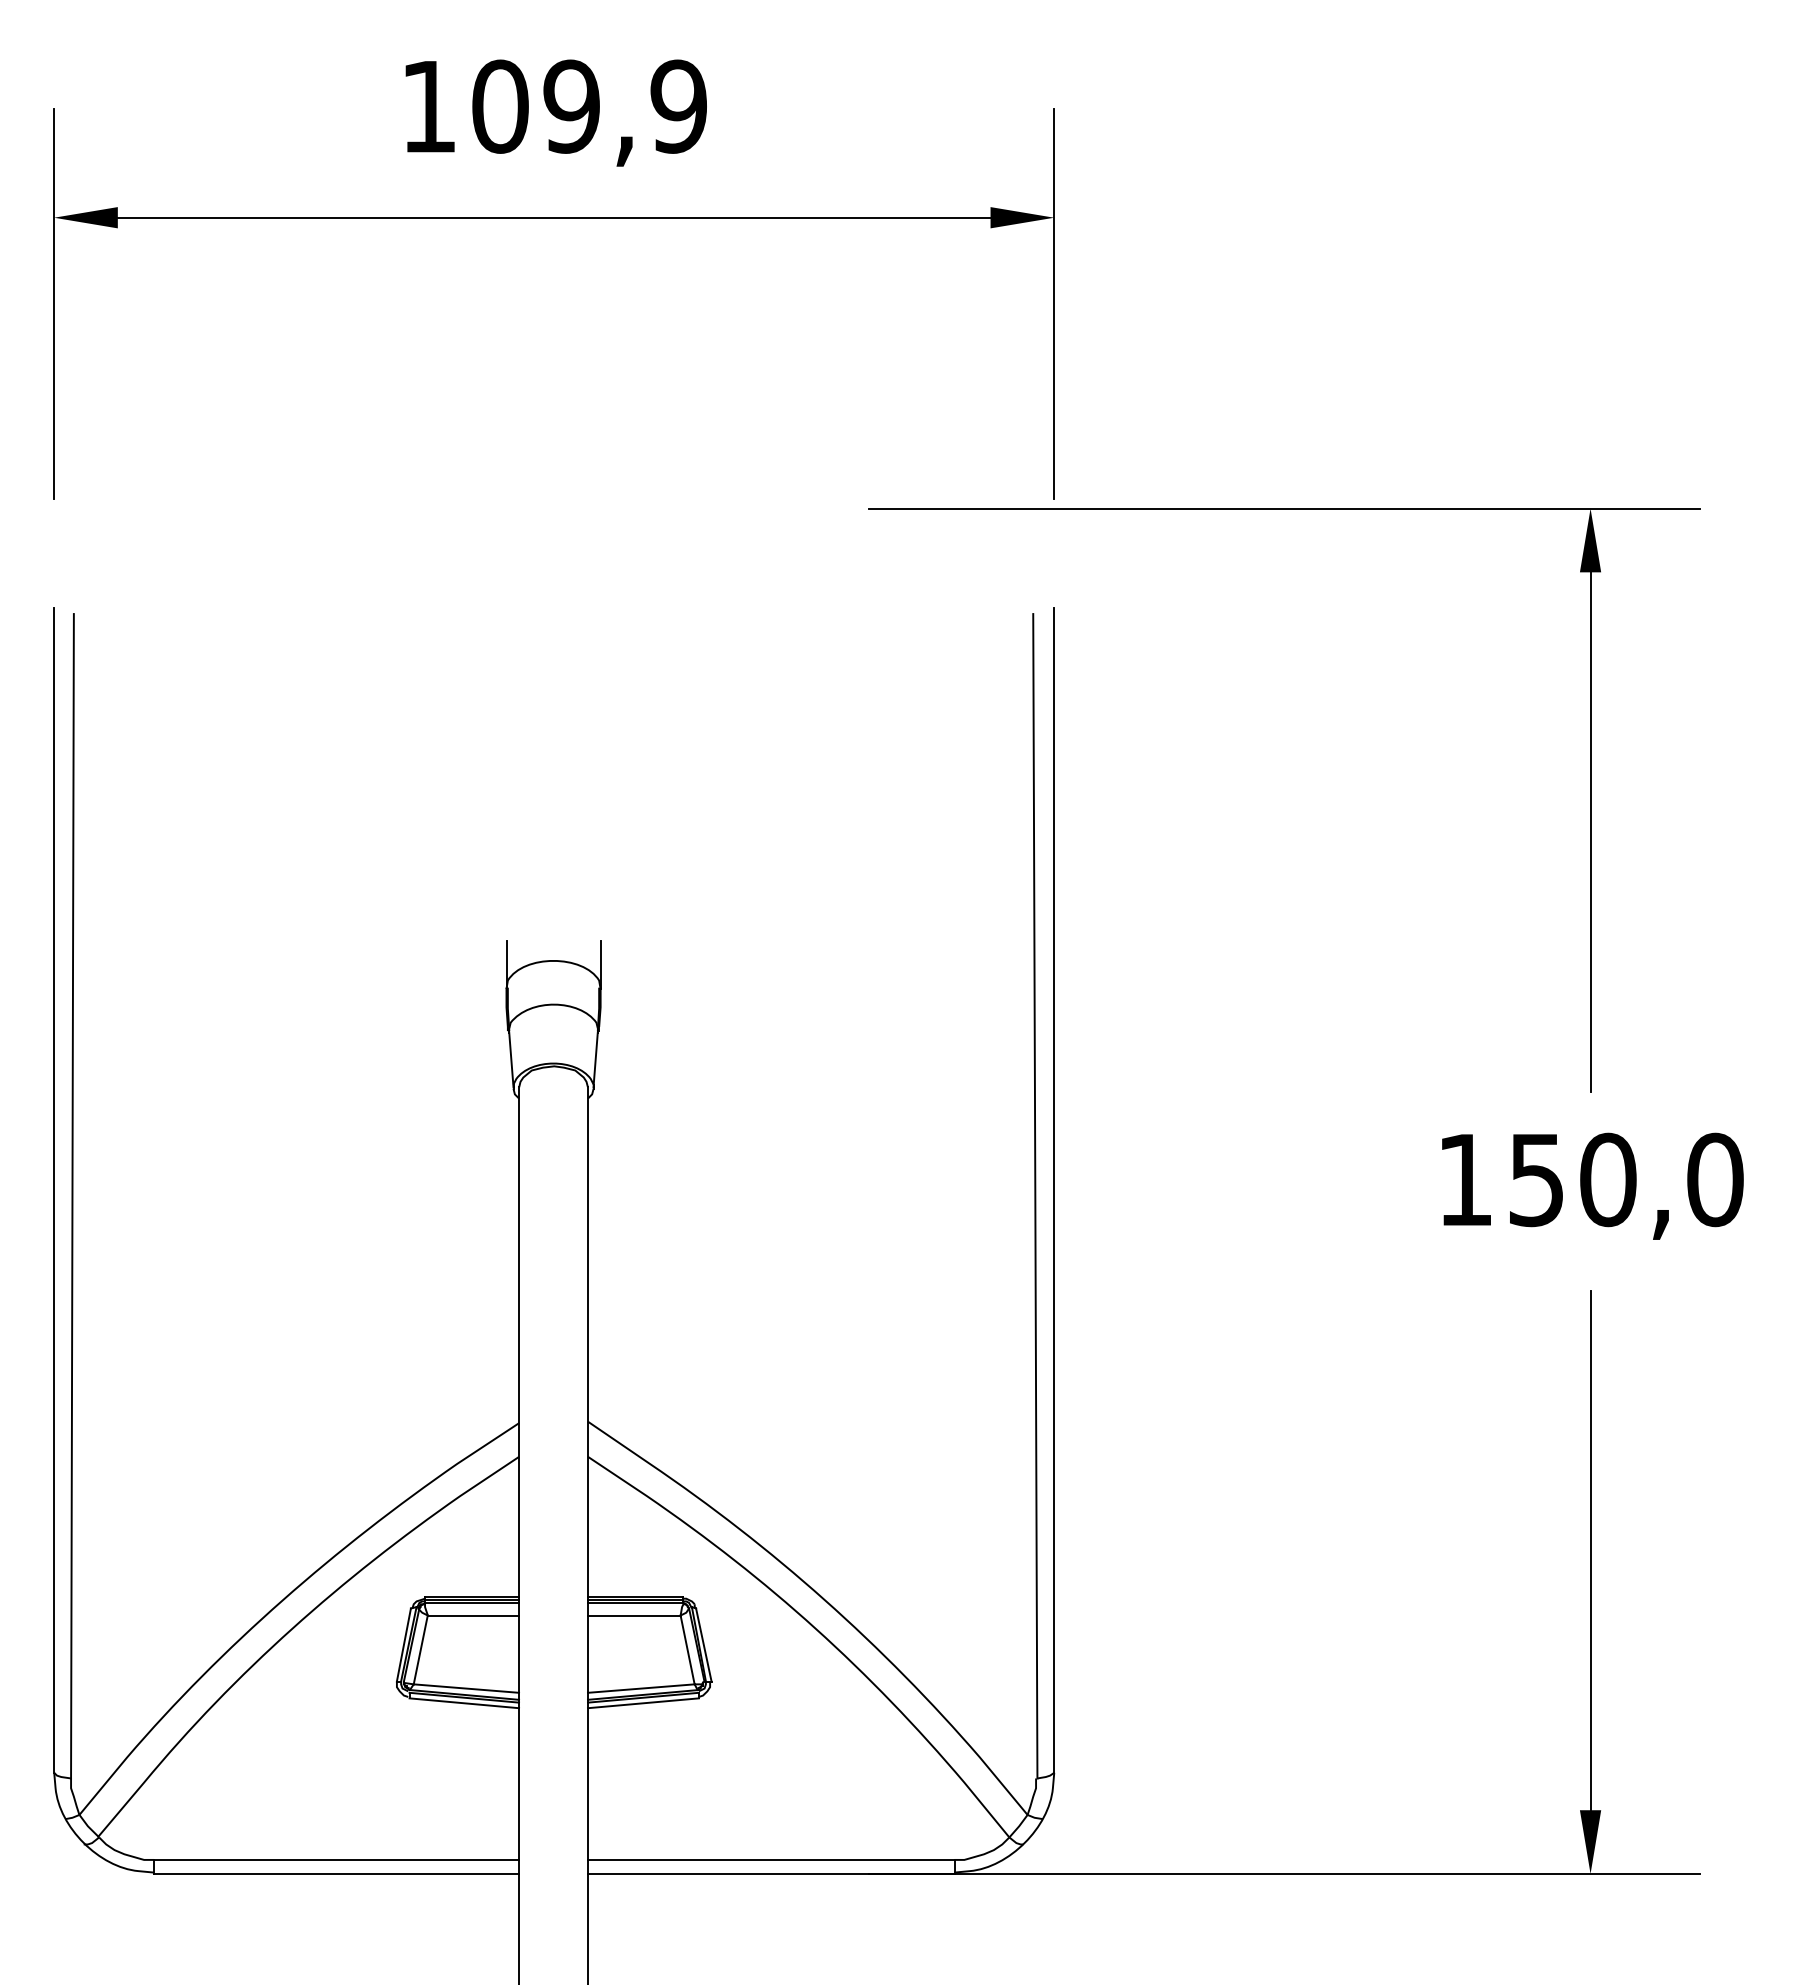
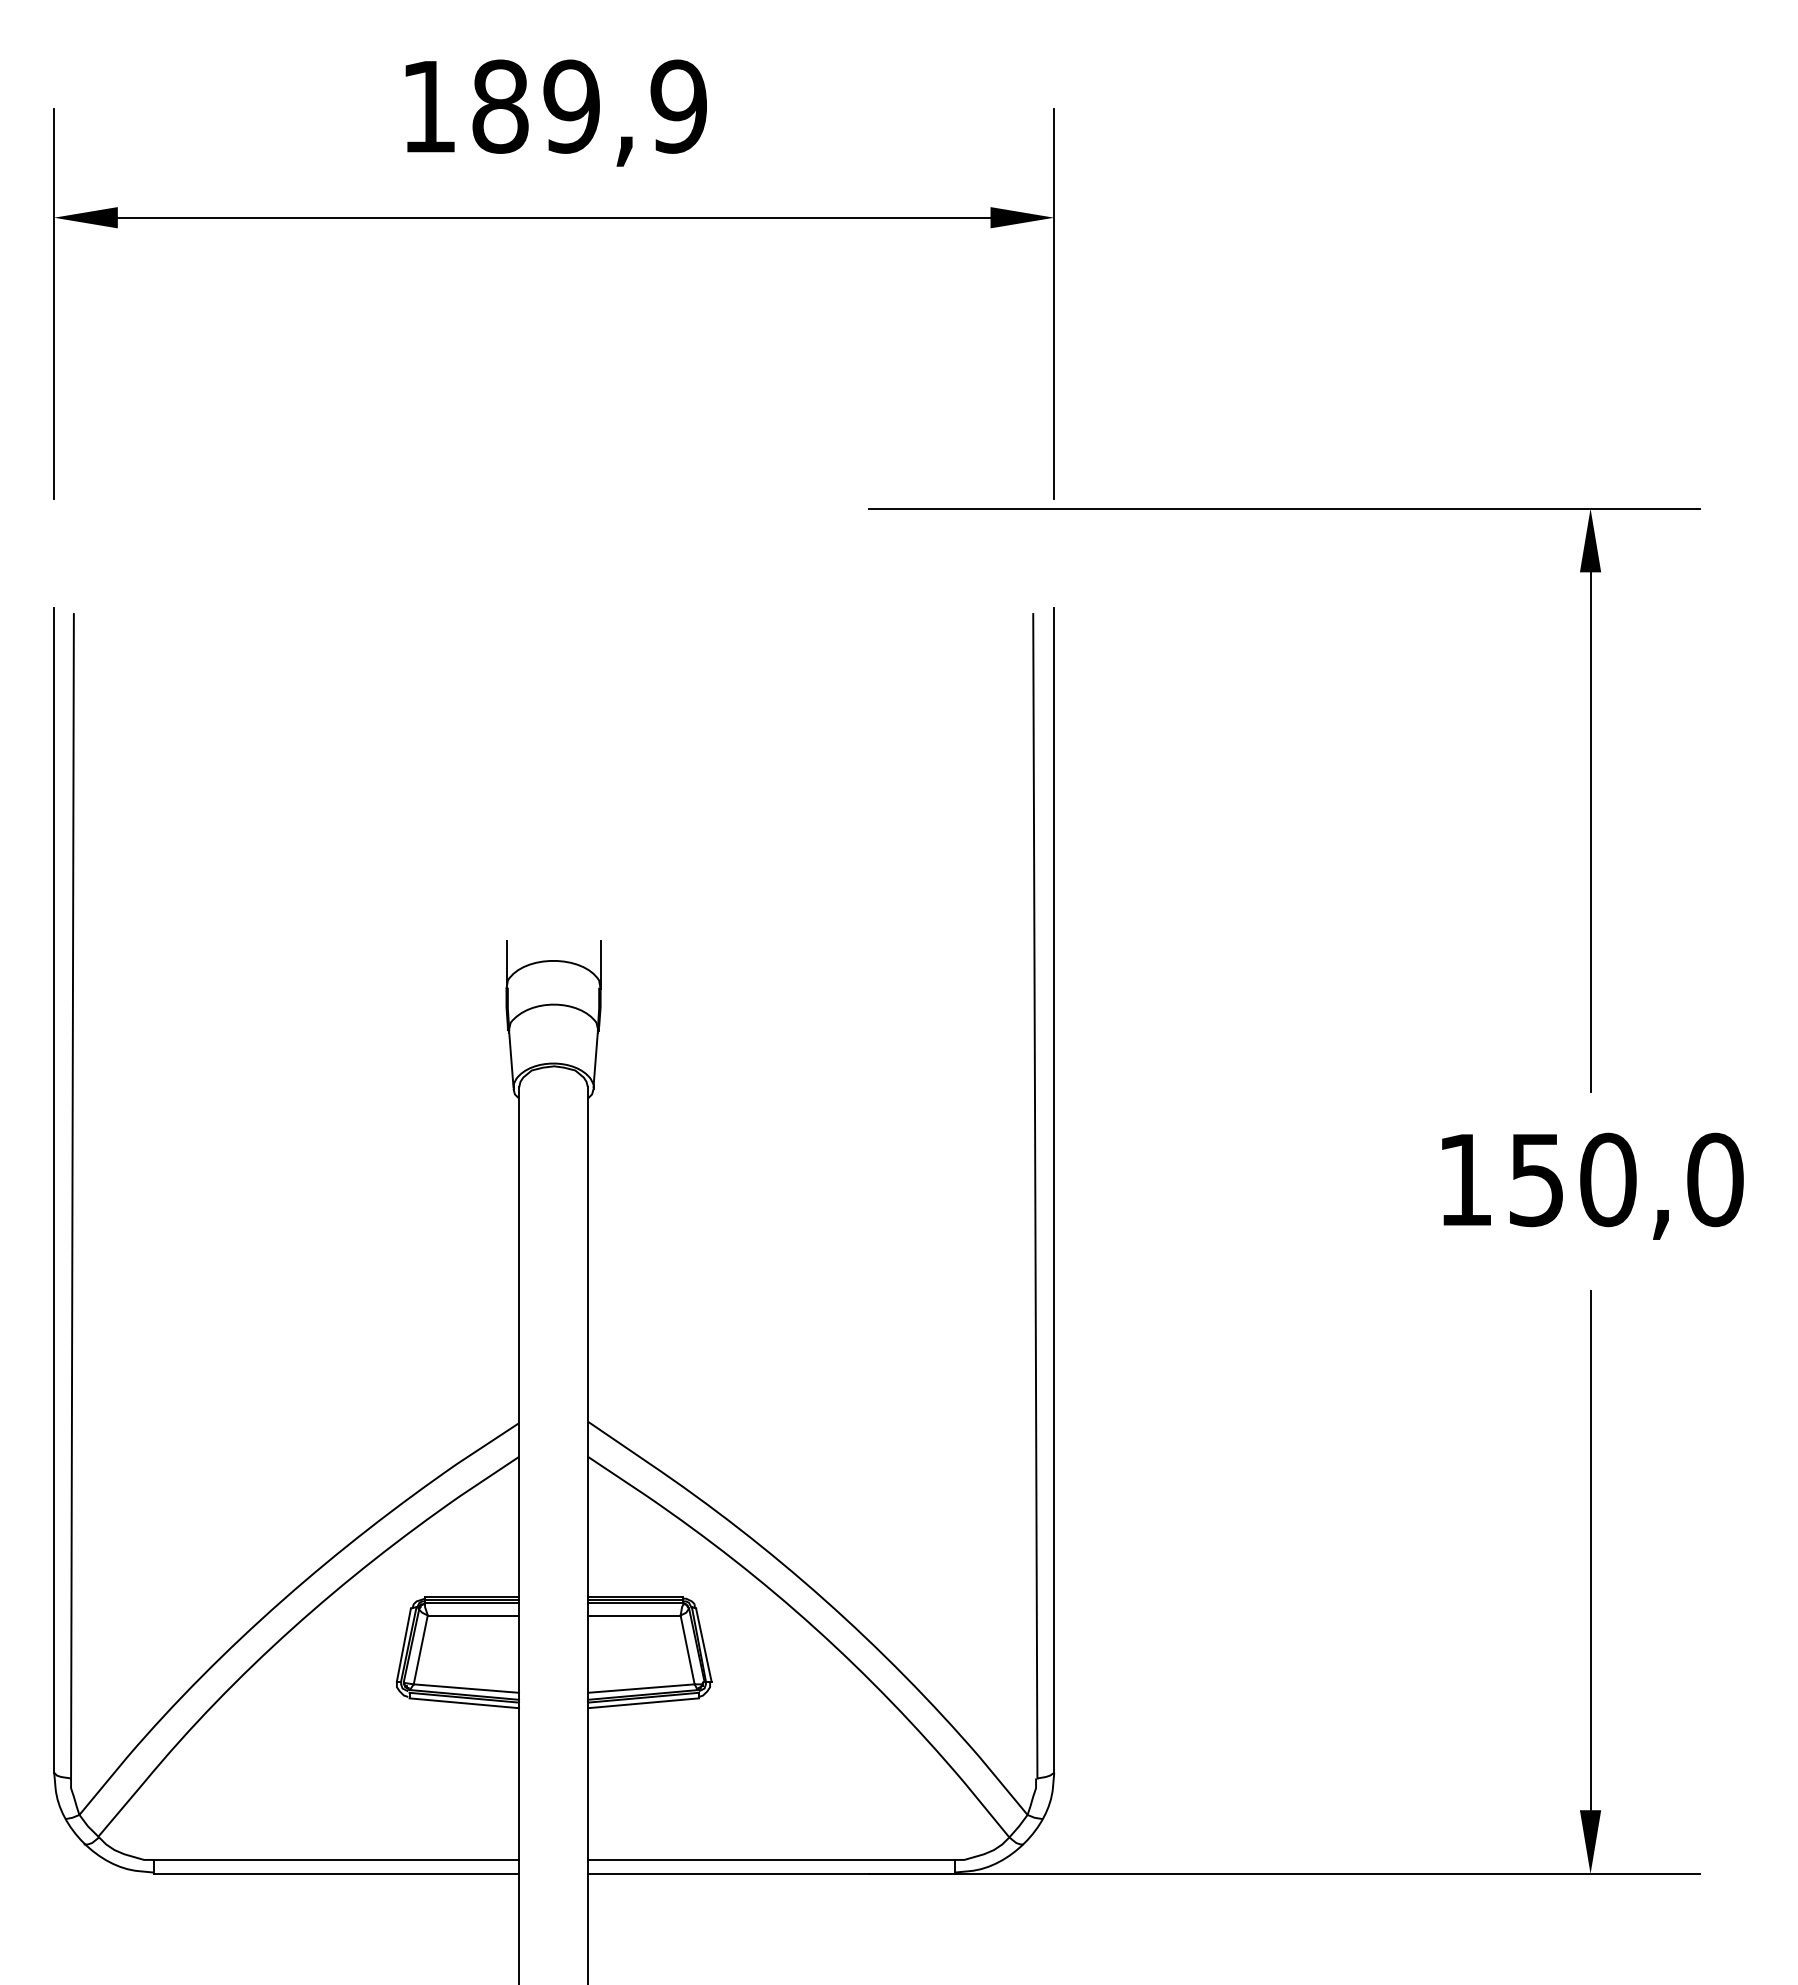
text at (500, 106): 109,9 -> 189,9
